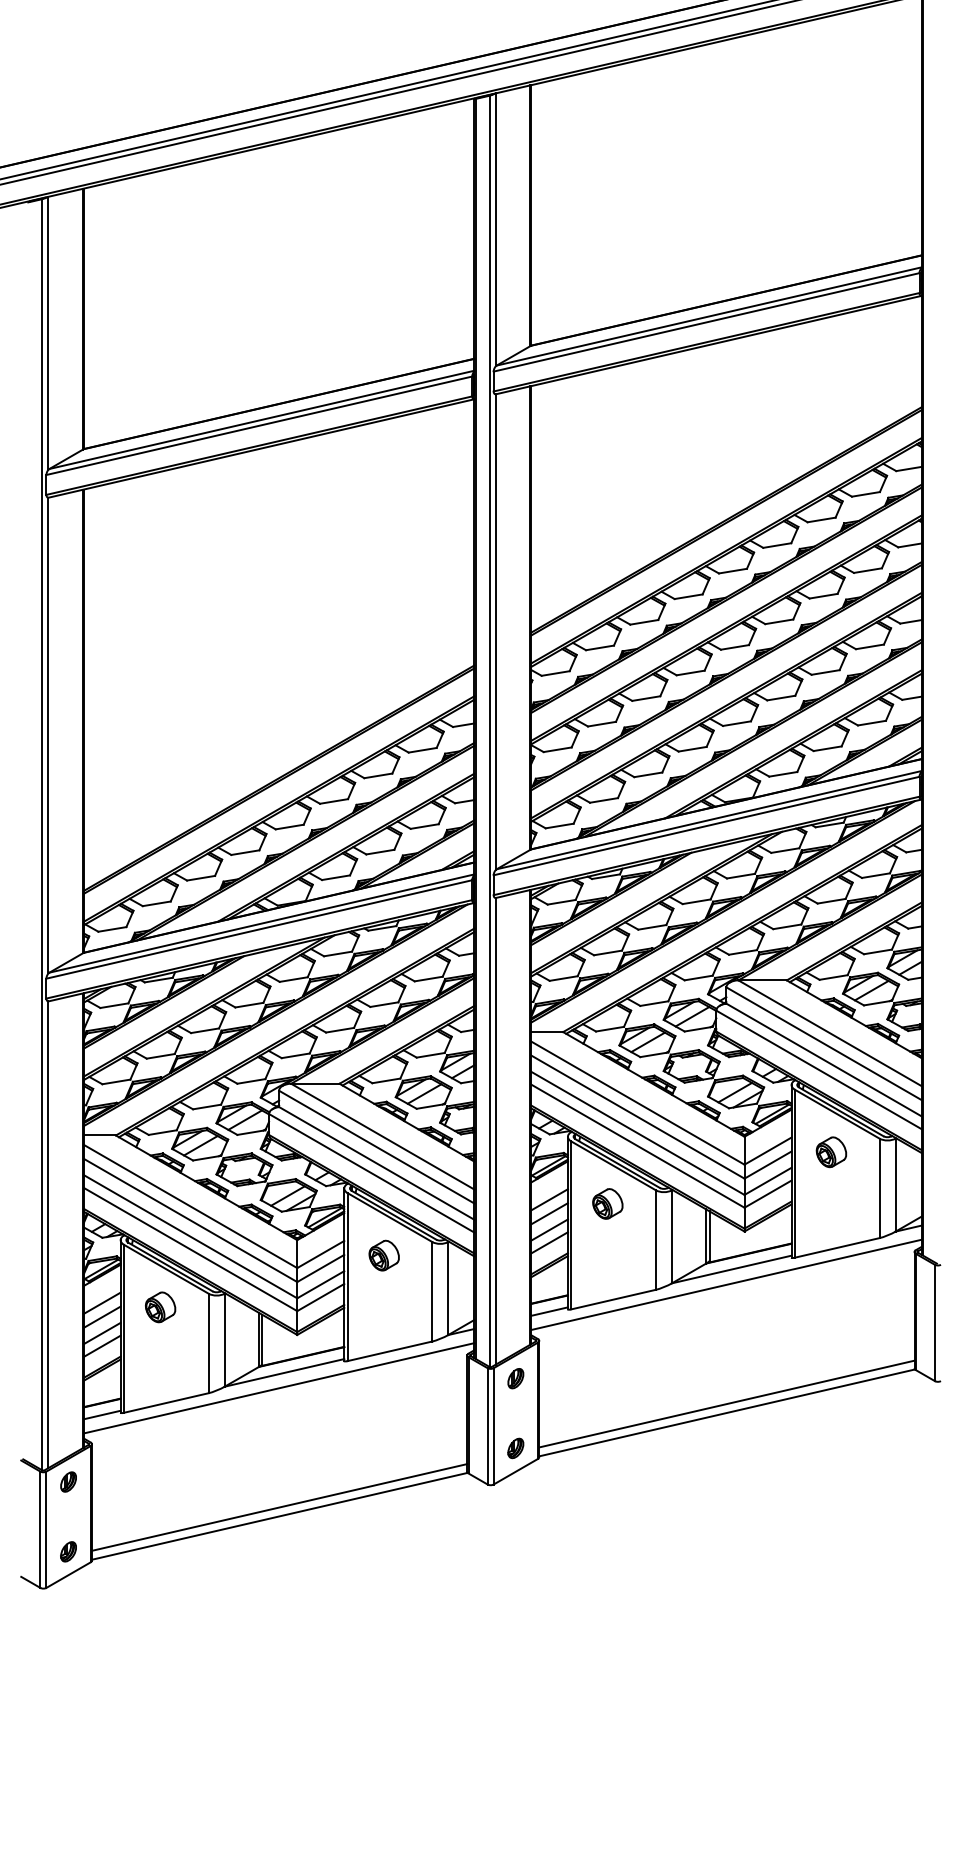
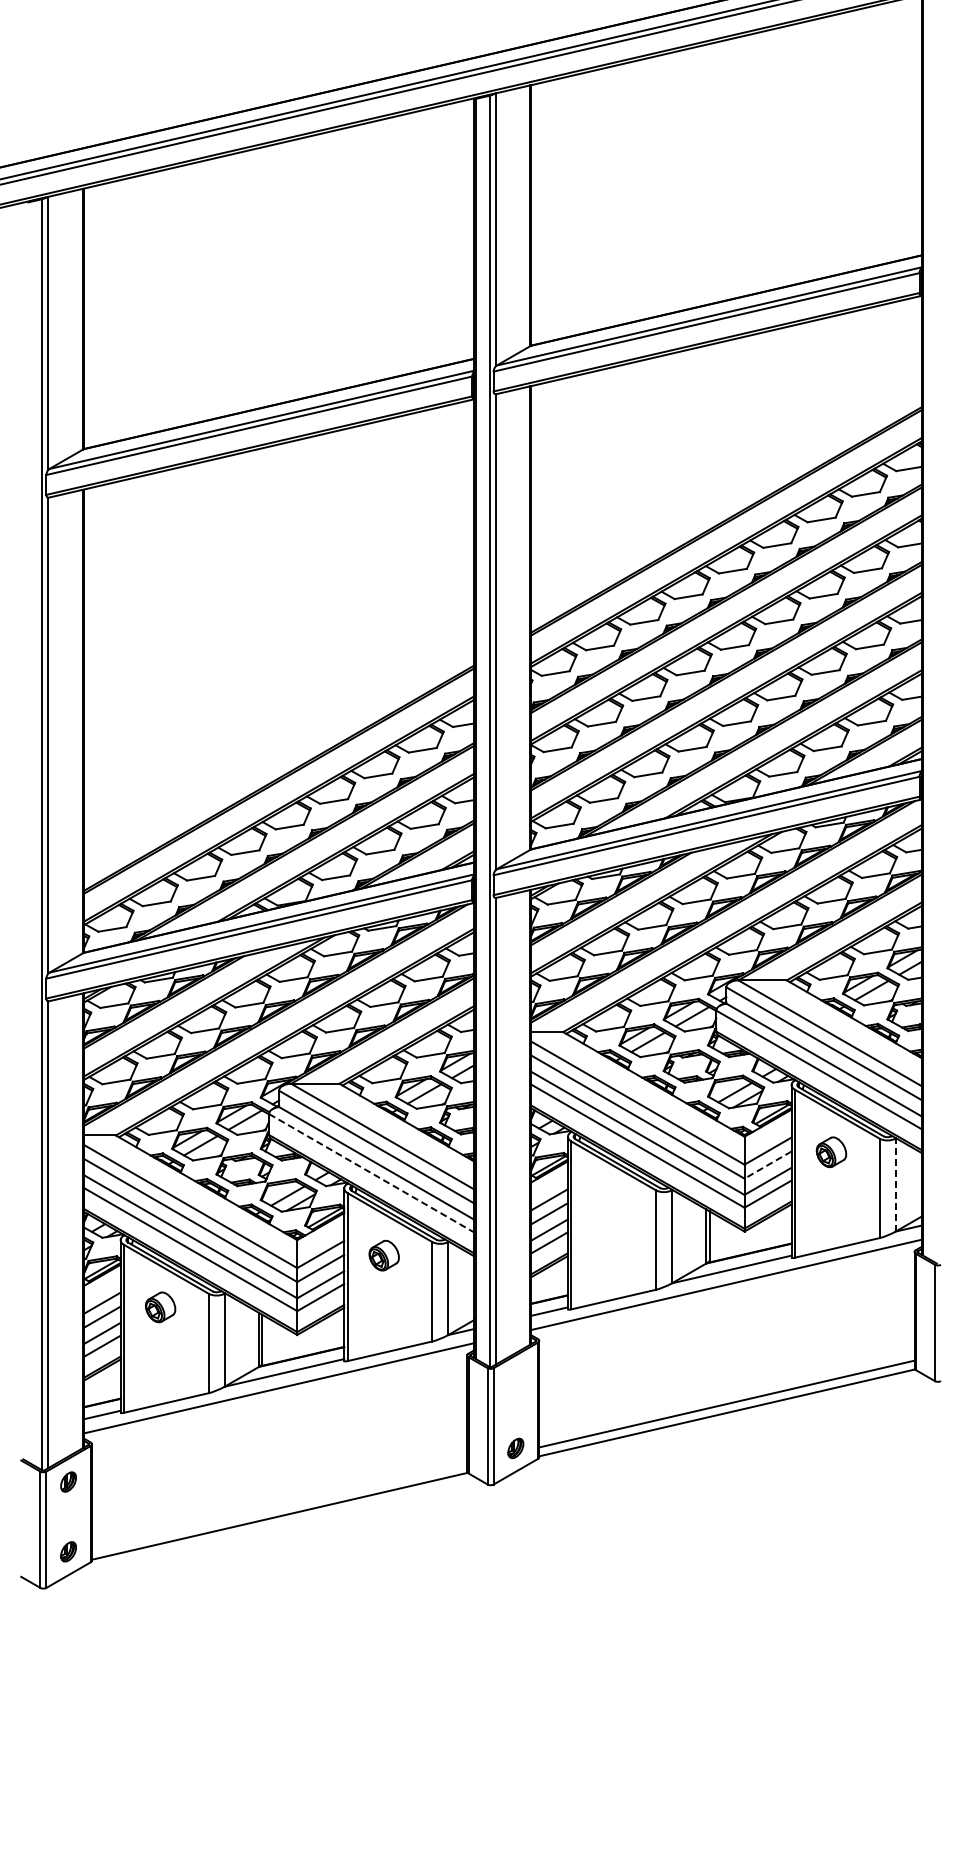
line at (767, 1165): solid -> dashed
line at (371, 1173): solid -> dashed
line at (895, 1185): solid -> dashed
part at (607, 1203): present -> none
part at (515, 1378): present -> none
line at (279, 1507): present -> none
